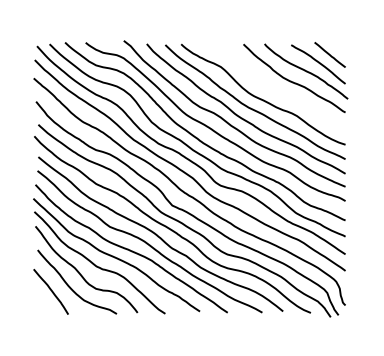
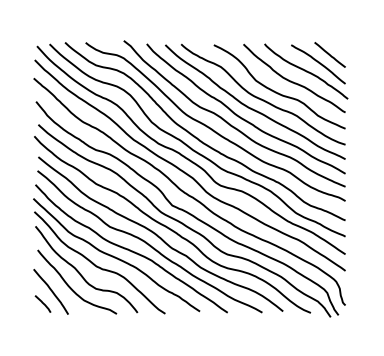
curve at (276, 91): none -> present
line at (42, 303): none -> present
